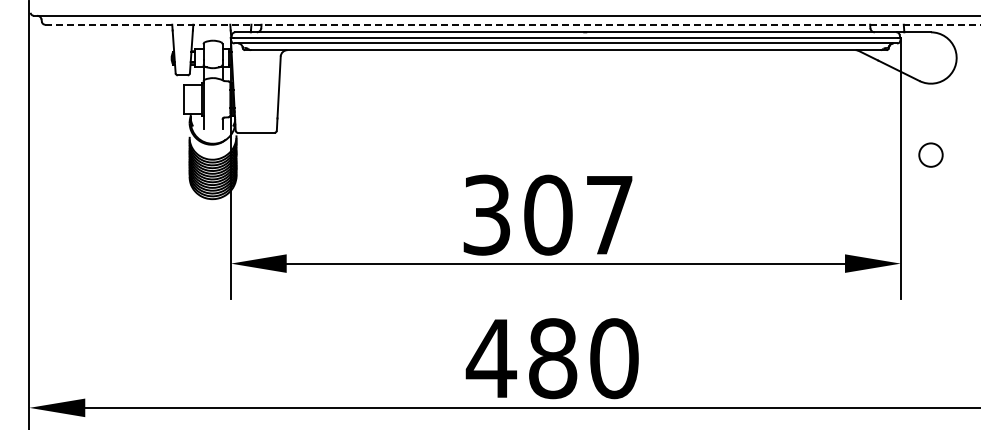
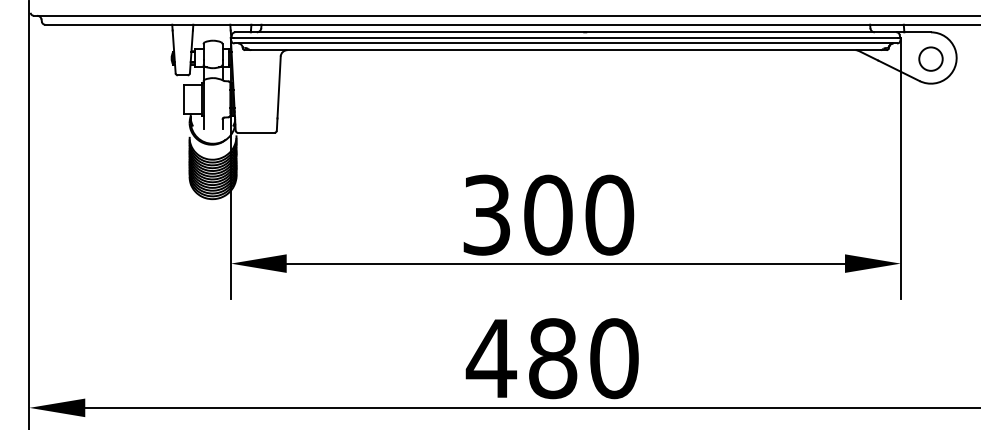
line at (512, 24): dashed -> solid
circle at (930, 154) position: (930, 154) -> (930, 58)
text at (609, 214): 307 -> 300
